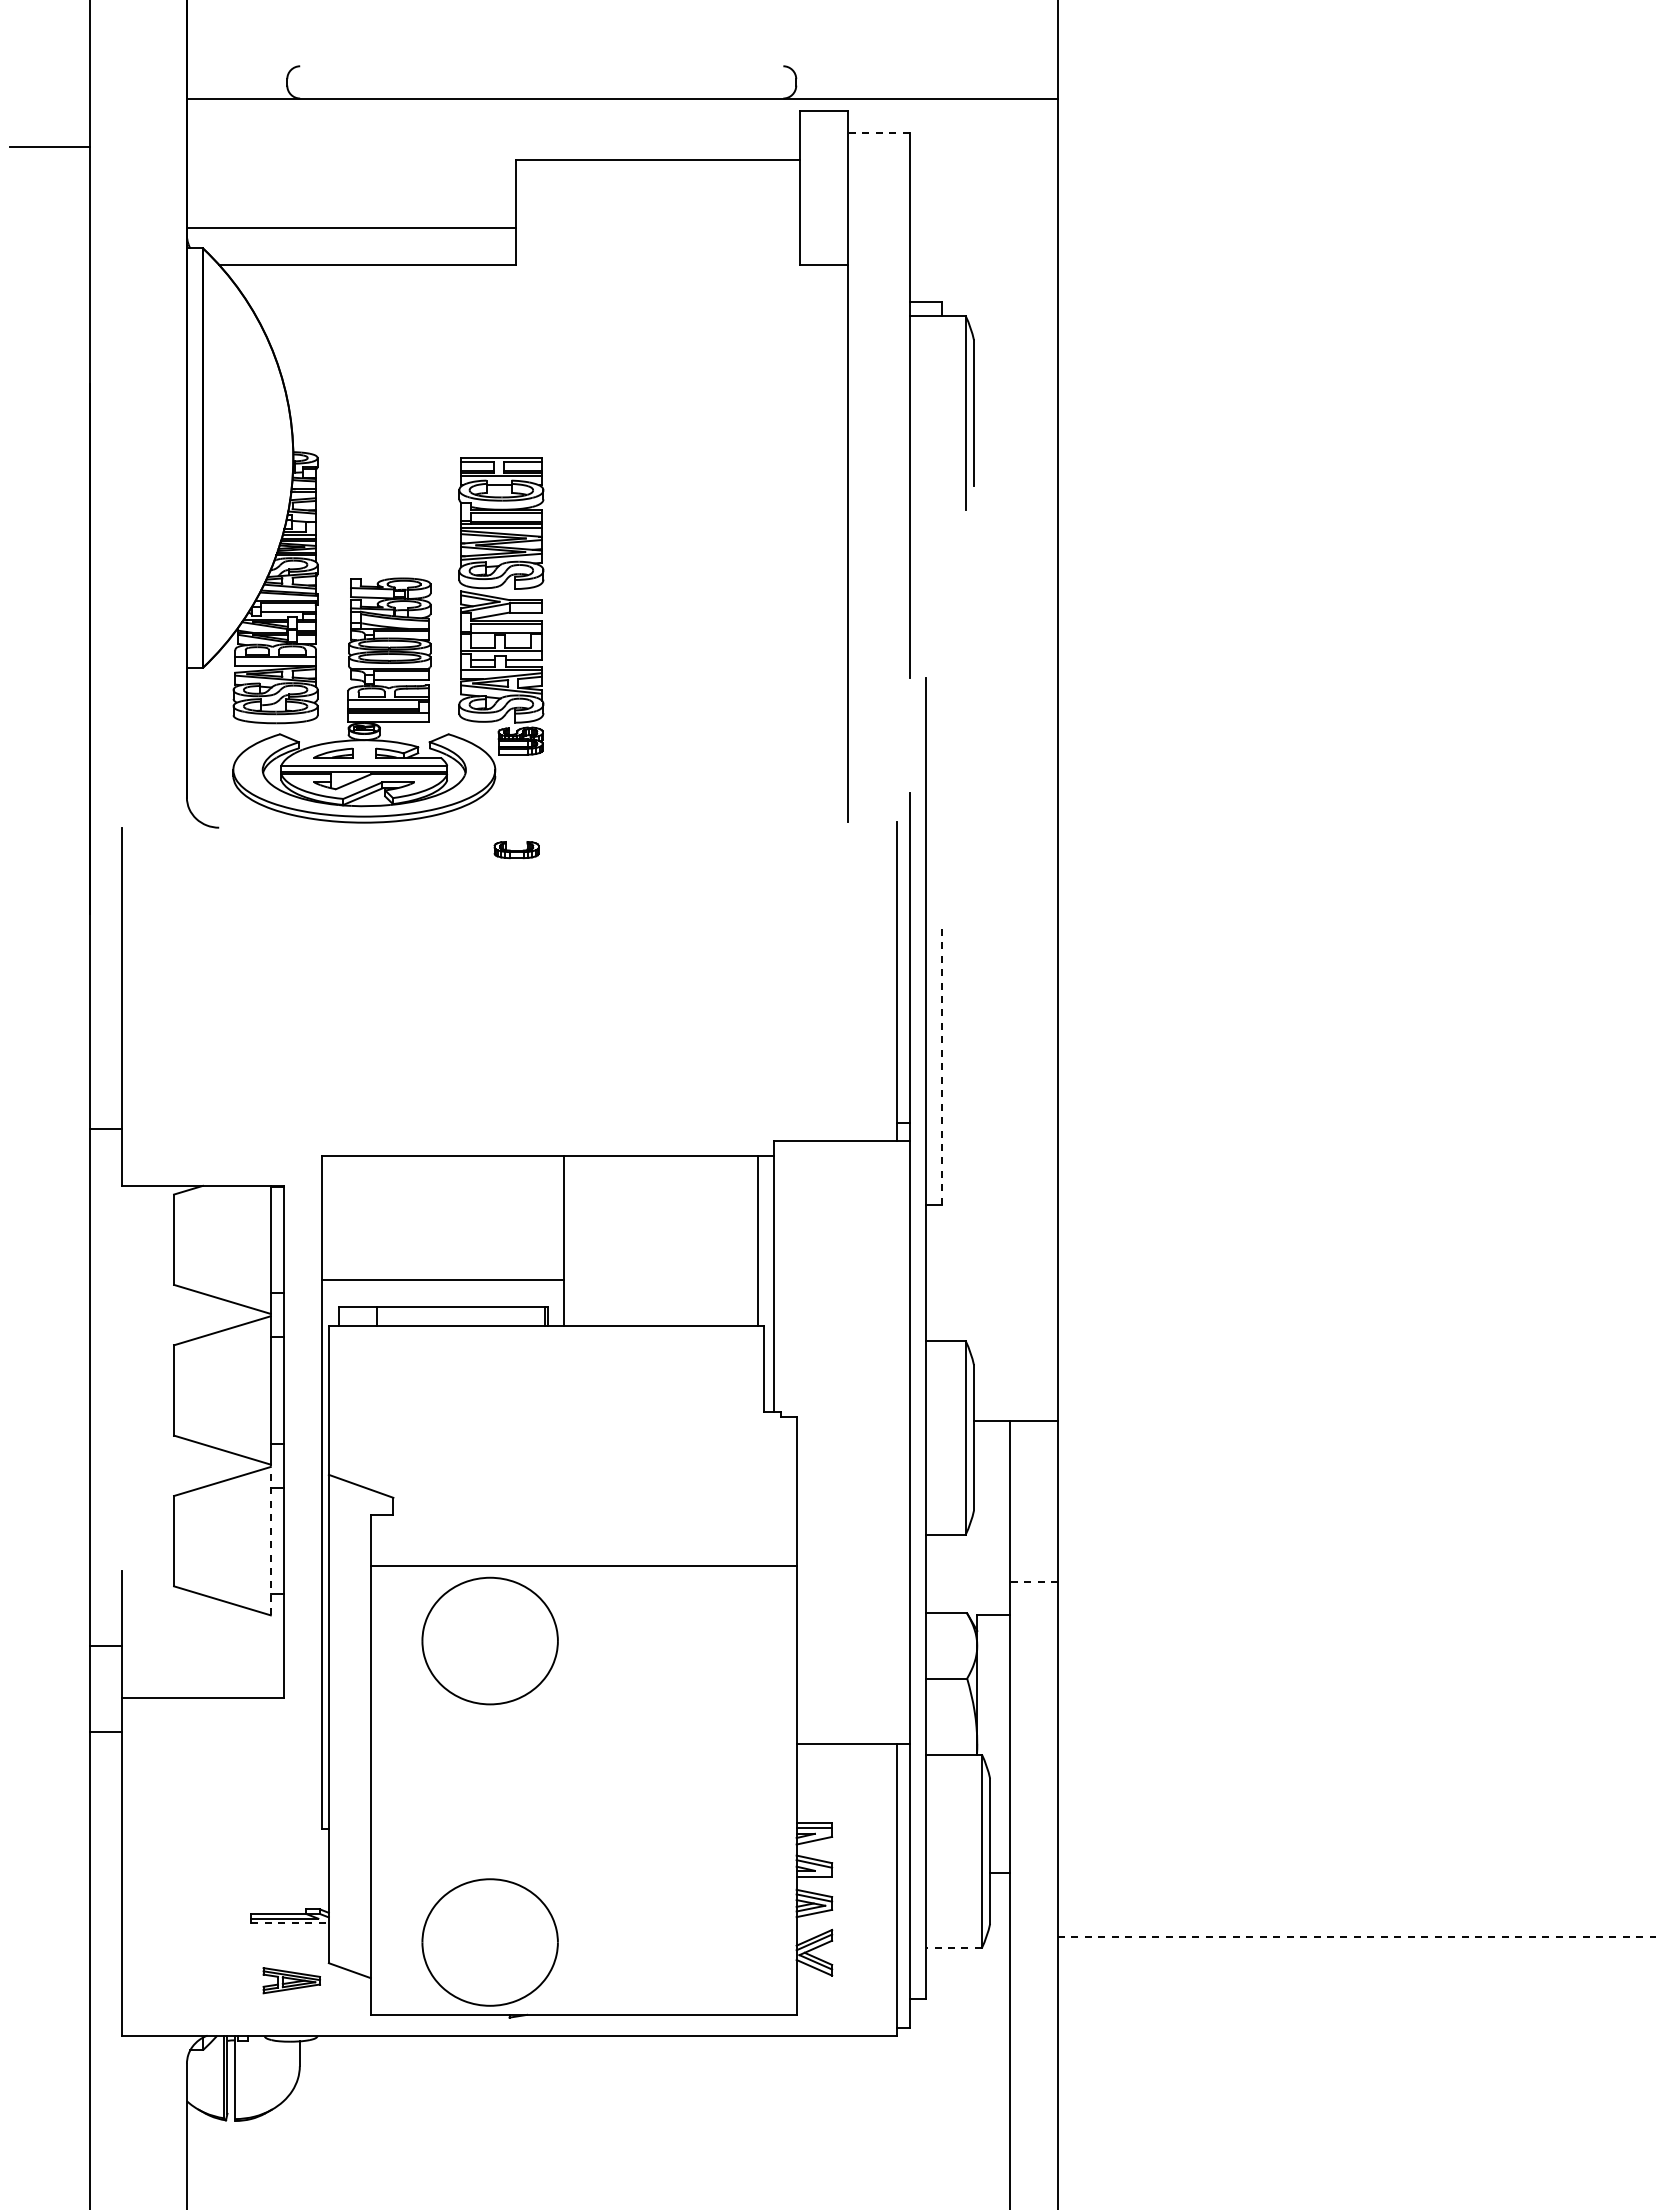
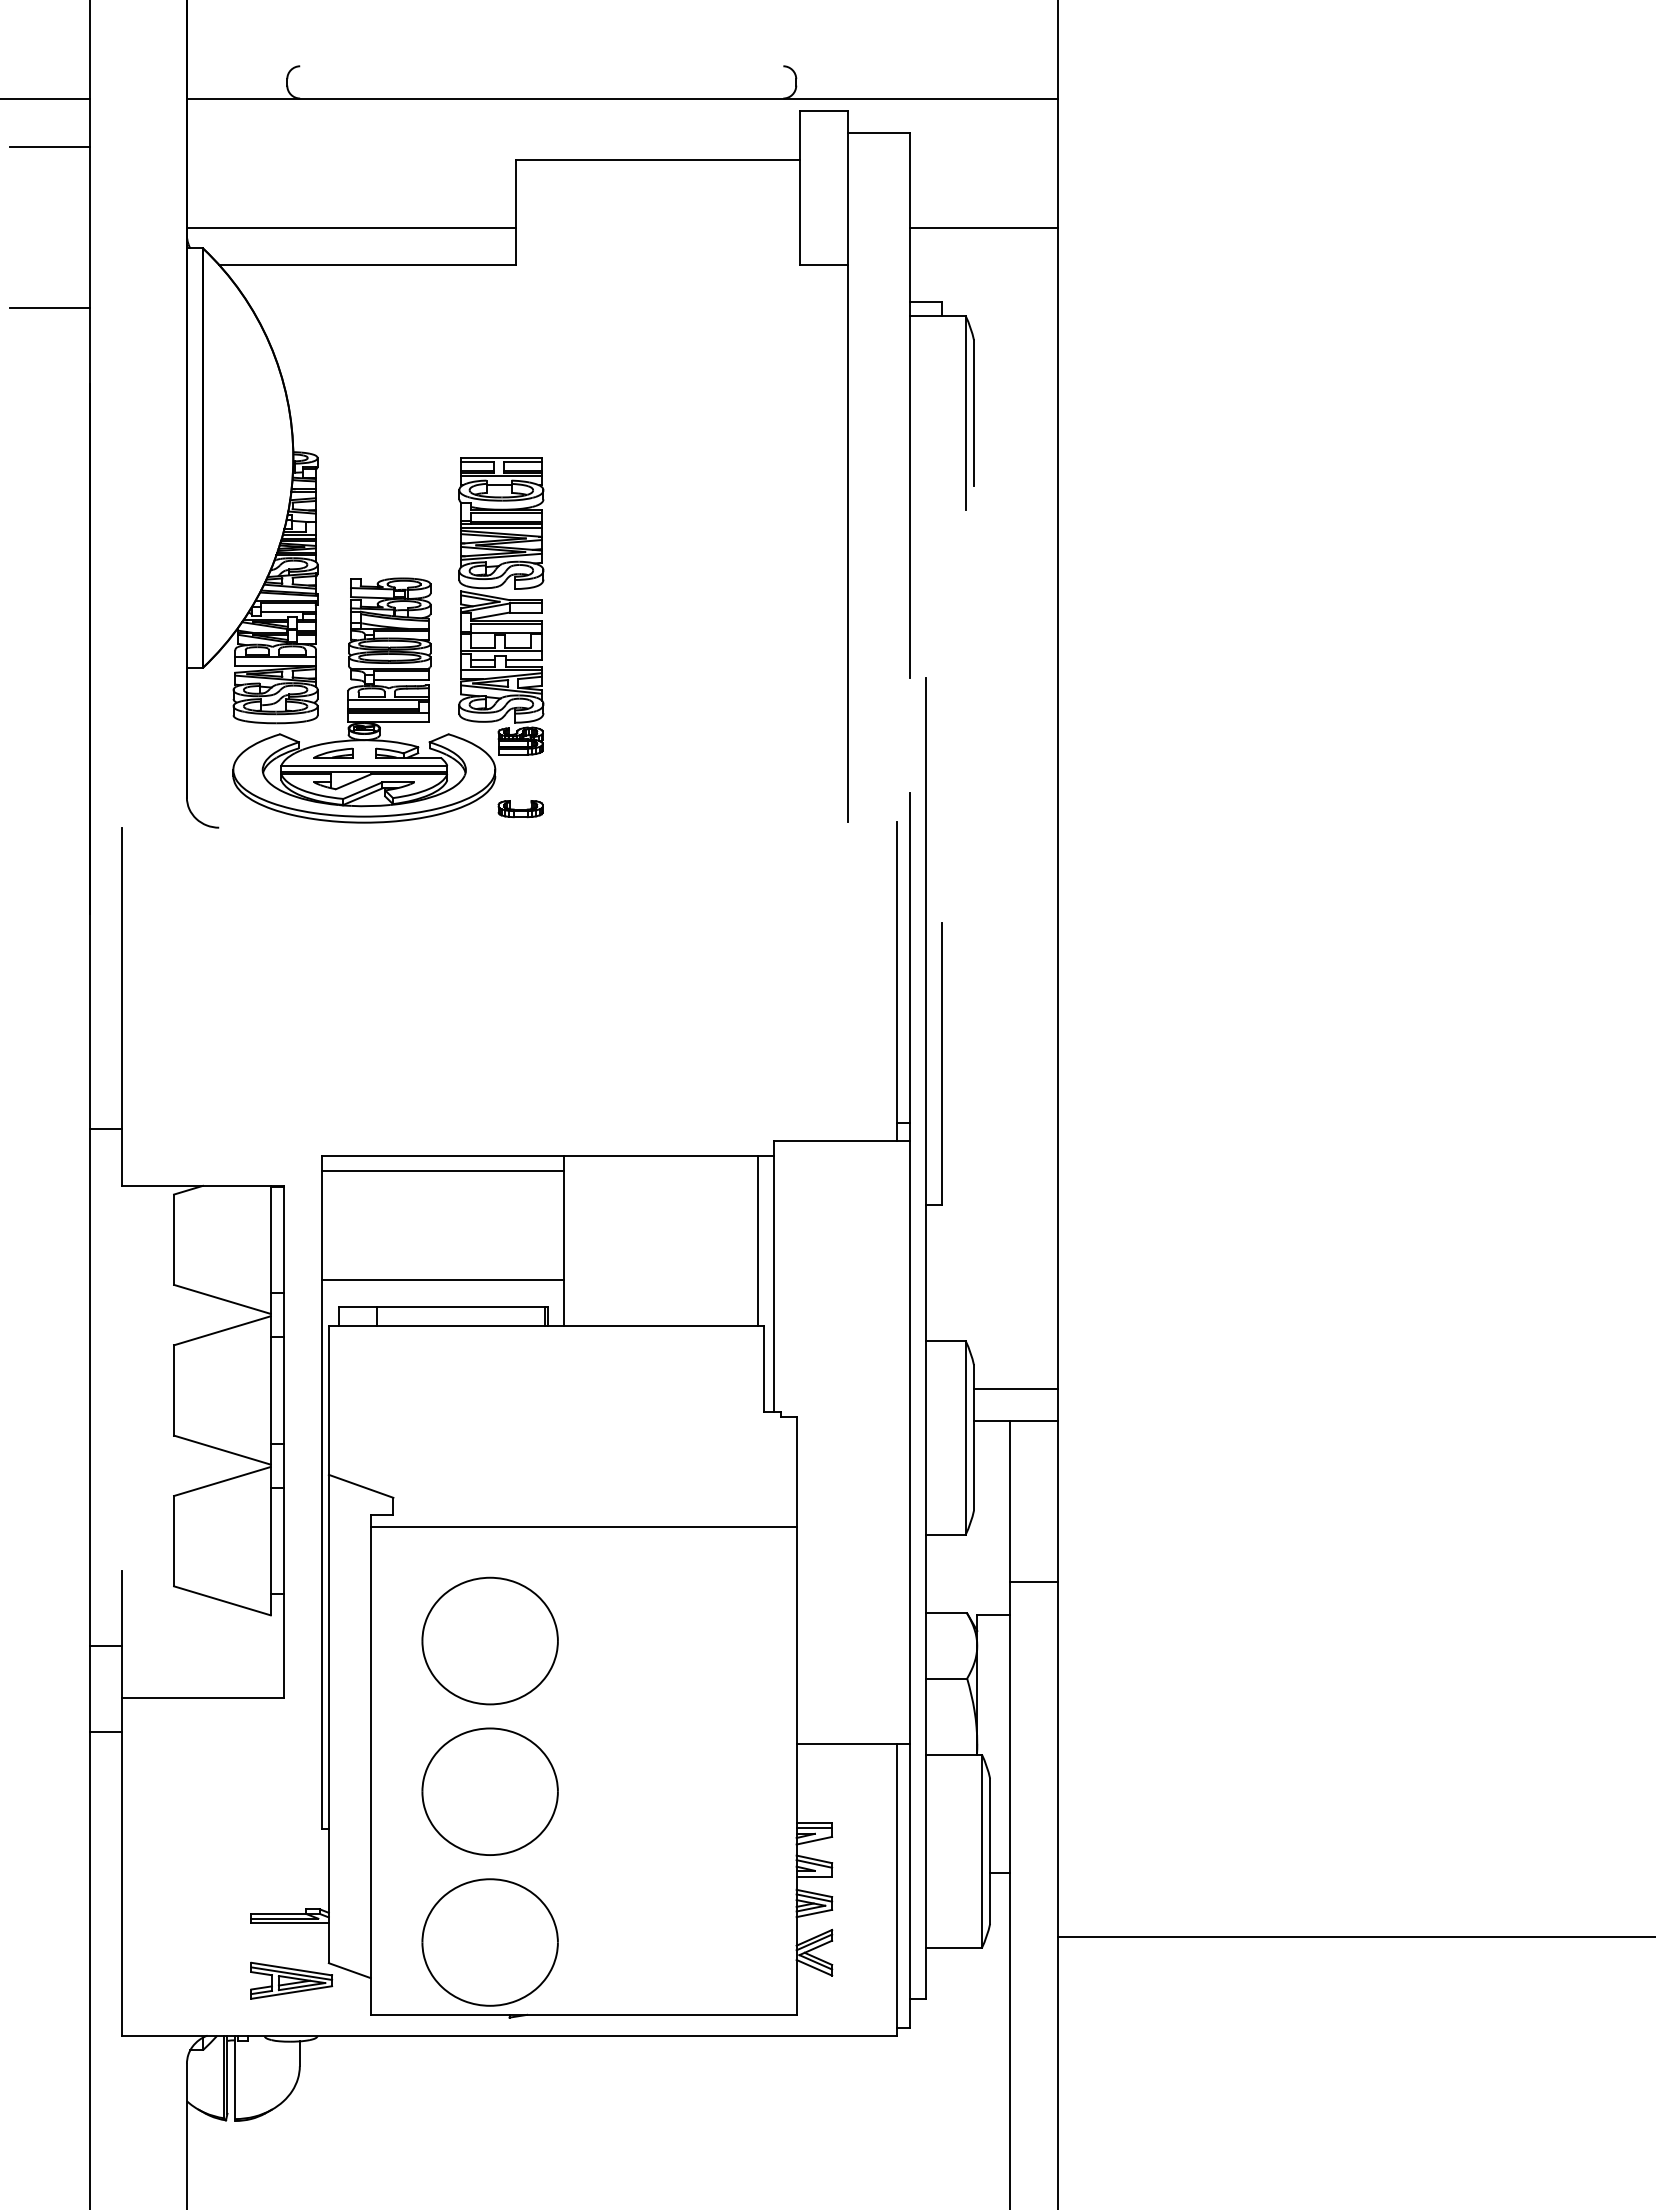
line at (46, 98): none -> present
line at (878, 132): dashed -> solid
line at (983, 227): none -> present
line at (49, 308): none -> present
part at (516, 850) position: (516, 850) -> (520, 809)
line at (941, 1063): dashed -> solid
line at (443, 1171): none -> present
line at (1015, 1388): none -> present
line at (270, 1540): dashed -> solid
line at (583, 1565) position: (583, 1565) -> (583, 1526)
line at (1033, 1582): dashed -> solid
part at (489, 1791): none -> present
line at (290, 1923): dashed -> solid
line at (1356, 1937): dashed -> solid
line at (953, 1948): dashed -> solid
part at (291, 1980) size: 59x28 px -> 84x39 px
